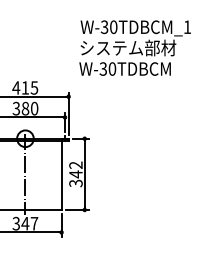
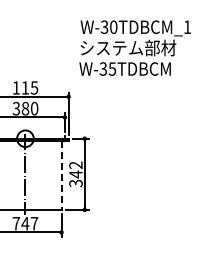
text at (112, 68): W-30TDBCM -> W-35TDBCM
text at (16, 87): 415 -> 115
line at (61, 176): solid -> dashed
text at (16, 223): 347 -> 747
